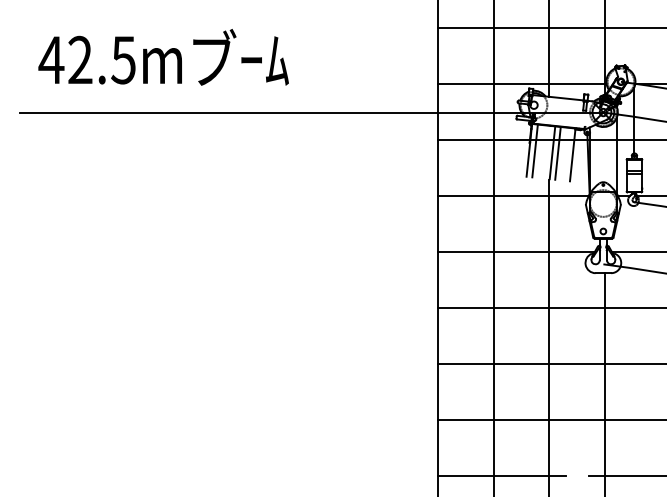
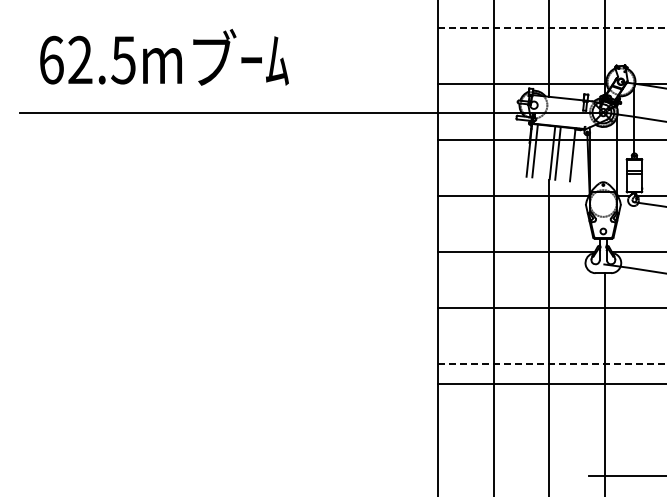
line at (552, 28): solid -> dashed
text at (51, 59): 42.5m -> 62.5m
line at (552, 363): solid -> dashed
line at (550, 419) position: (550, 419) -> (550, 383)
line at (501, 475): present -> none
